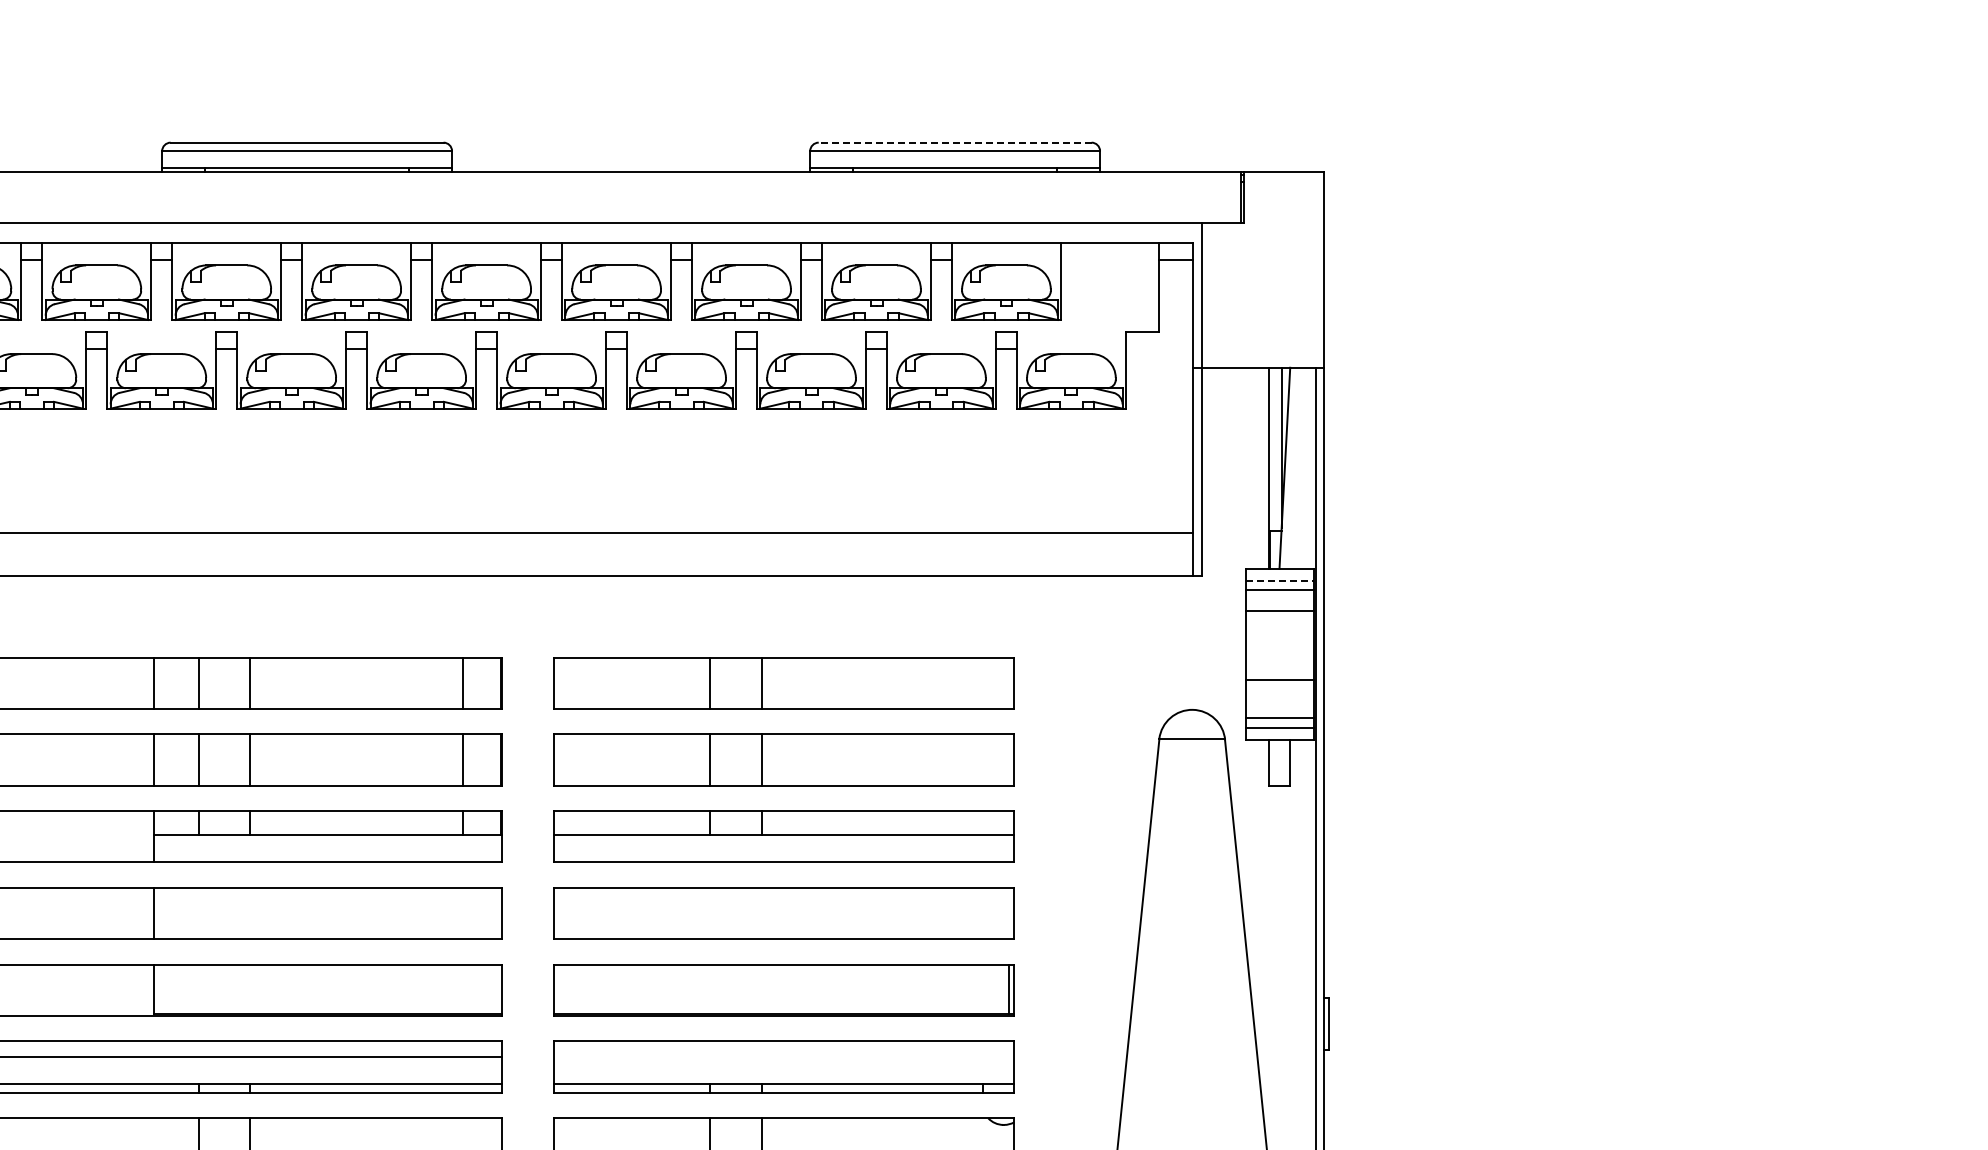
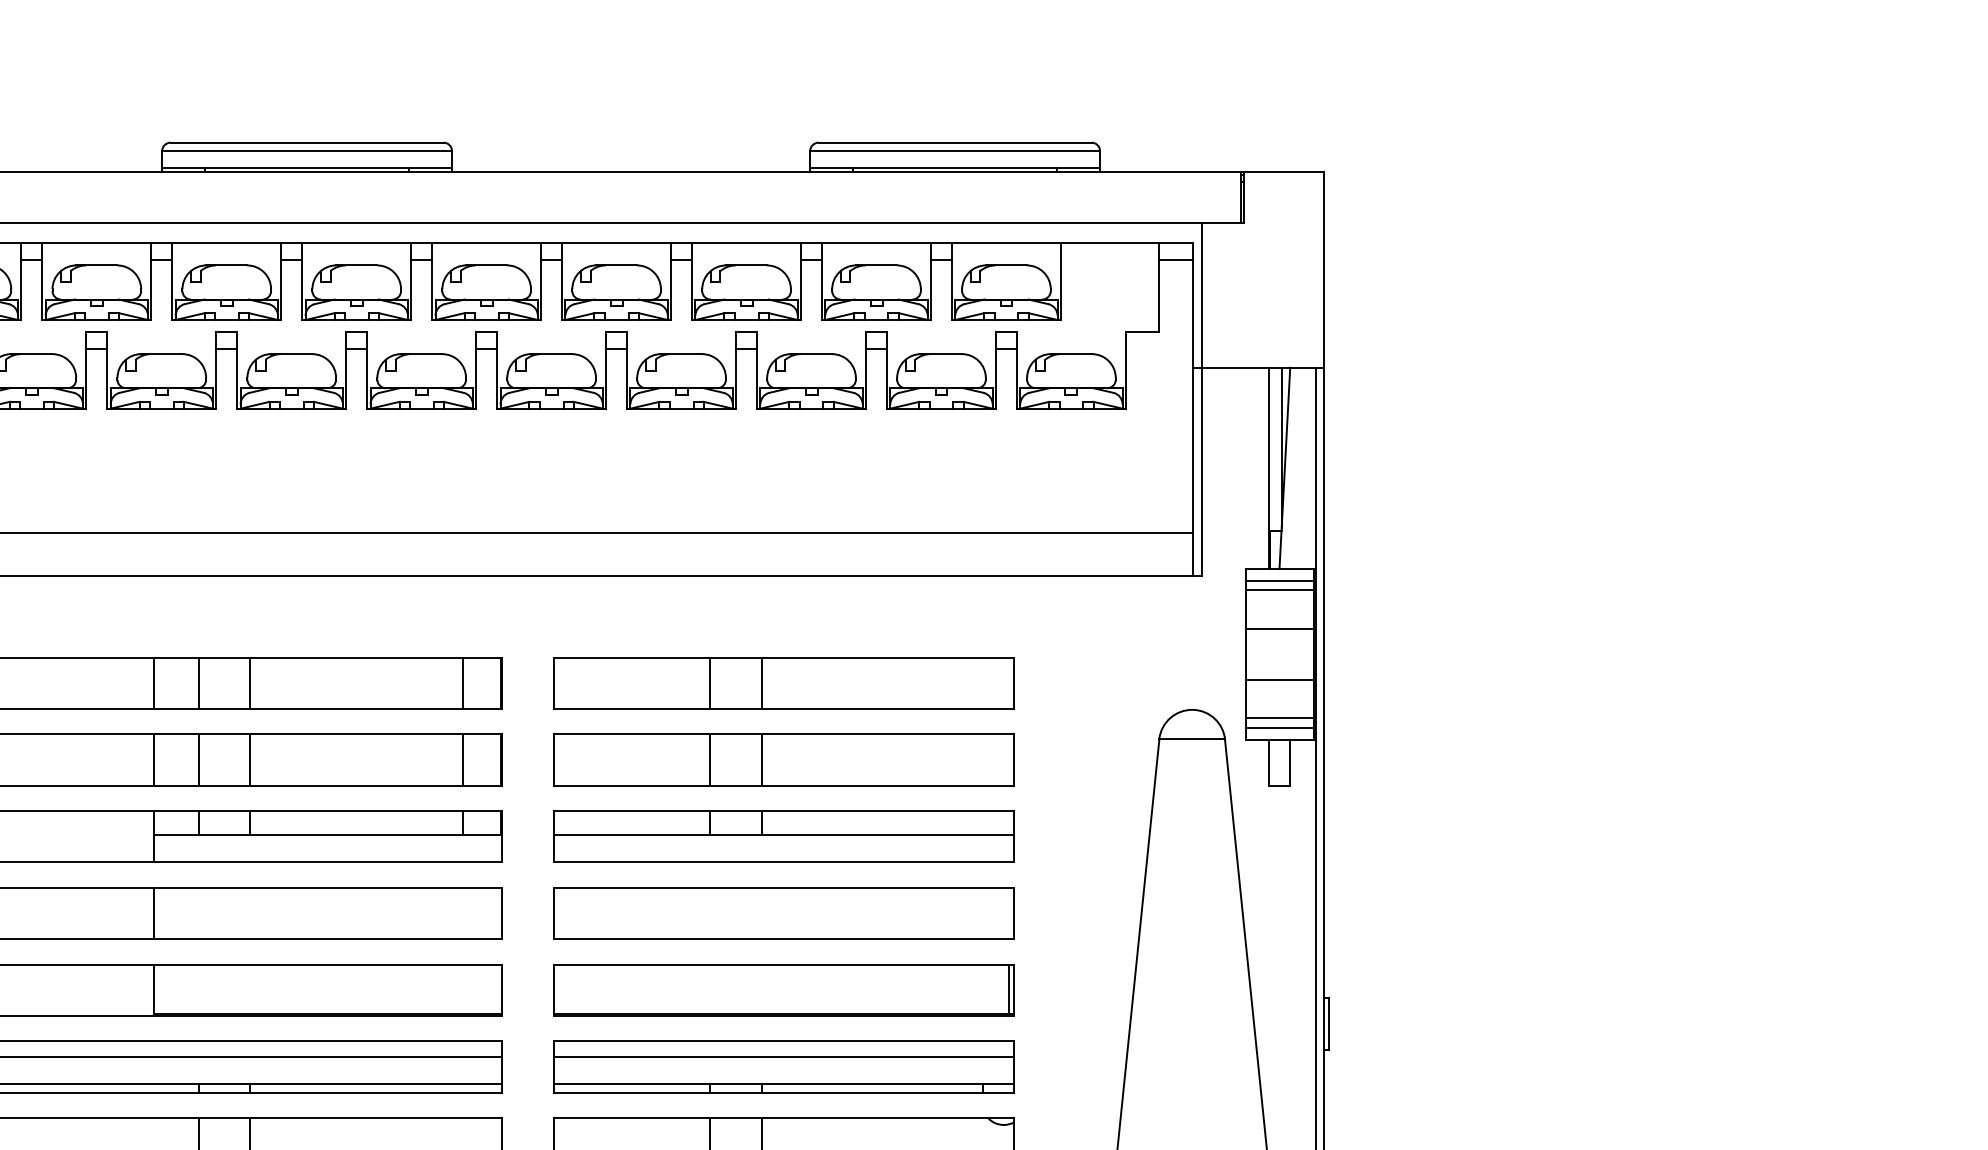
line at (954, 142): dashed -> solid
line at (1280, 580): dashed -> solid
line at (1279, 610) position: (1279, 610) -> (1279, 628)
line at (783, 1056): none -> present
